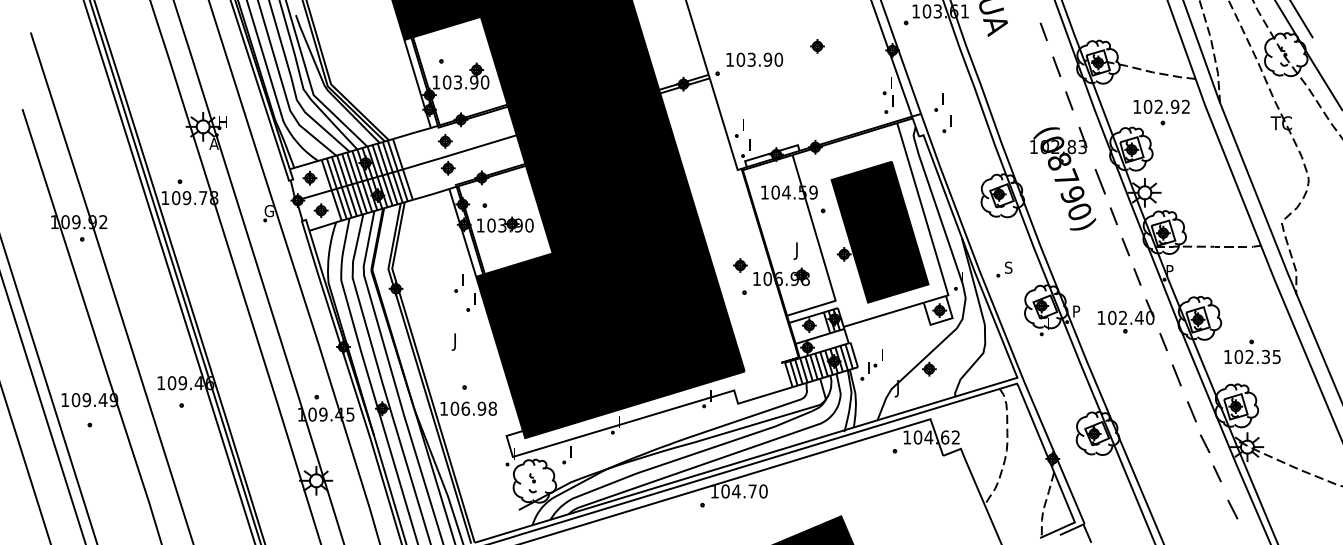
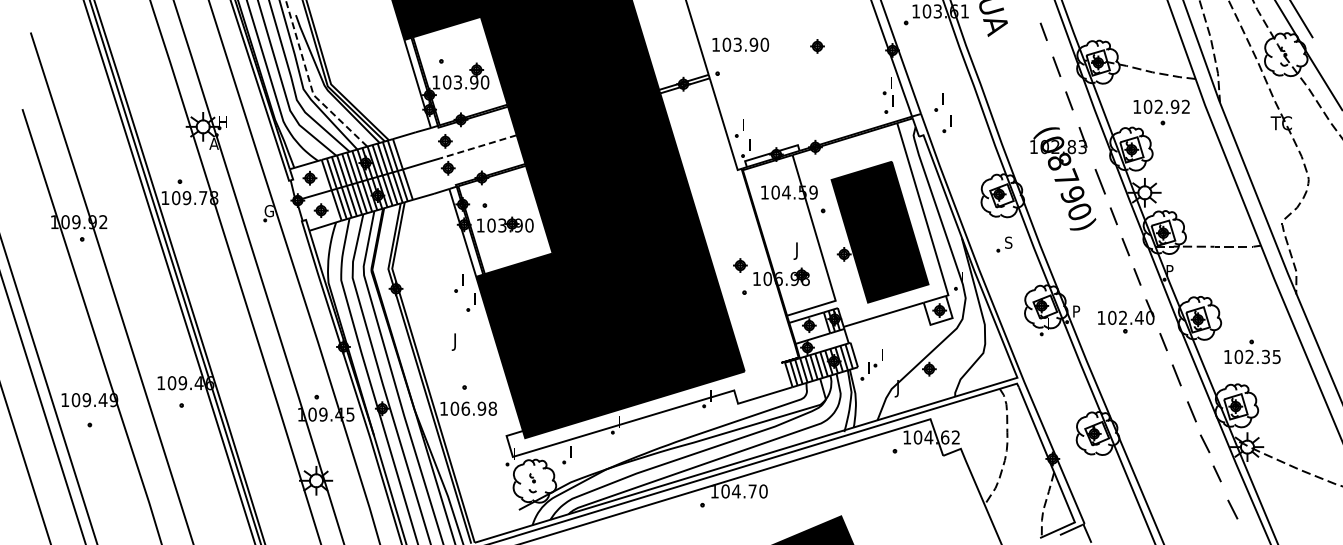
text at (754, 59) position: (754, 59) -> (740, 44)
line at (310, 83): solid -> dashed
line at (477, 146): solid -> dashed
part at (1004, 269) position: (1004, 269) -> (1004, 244)
